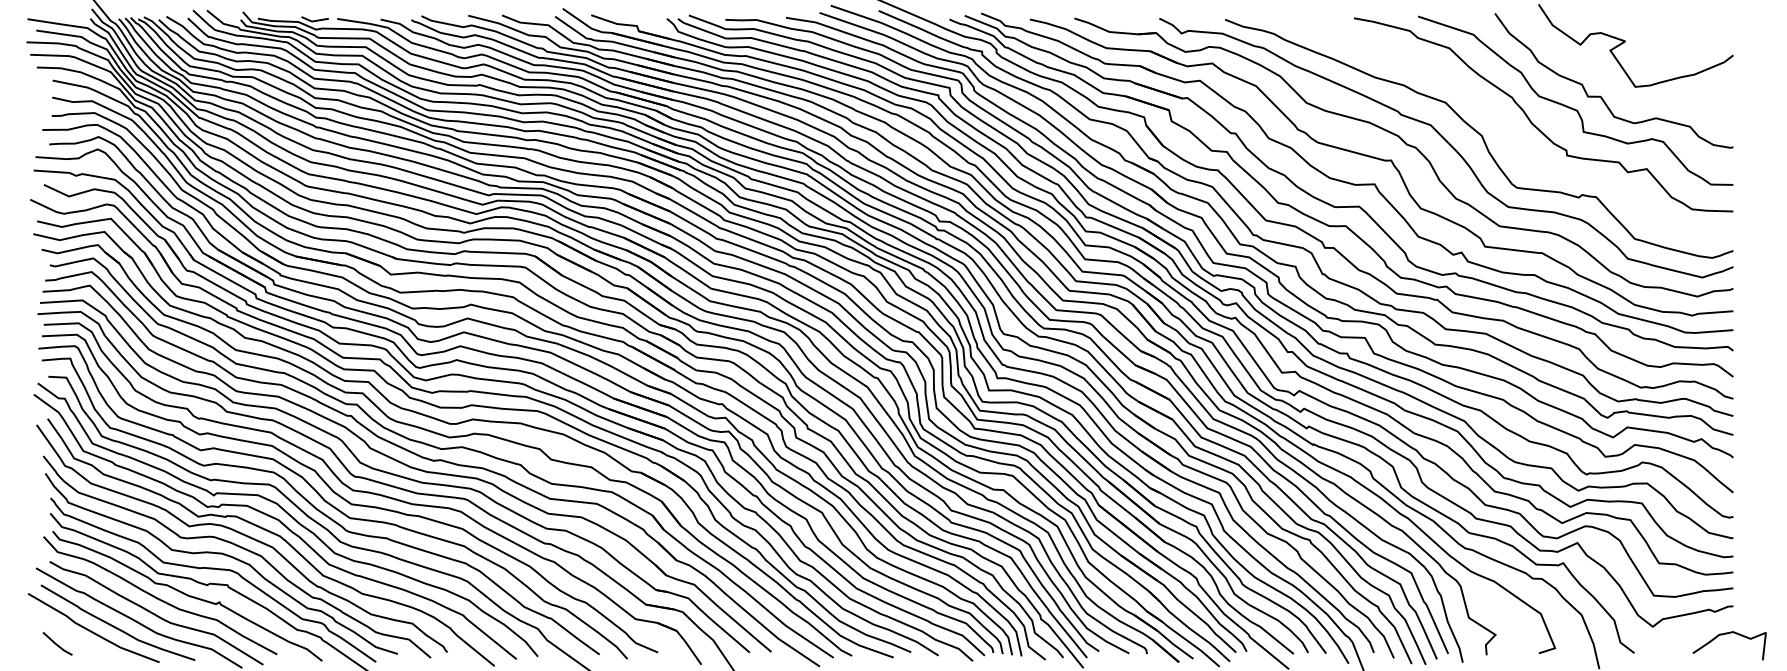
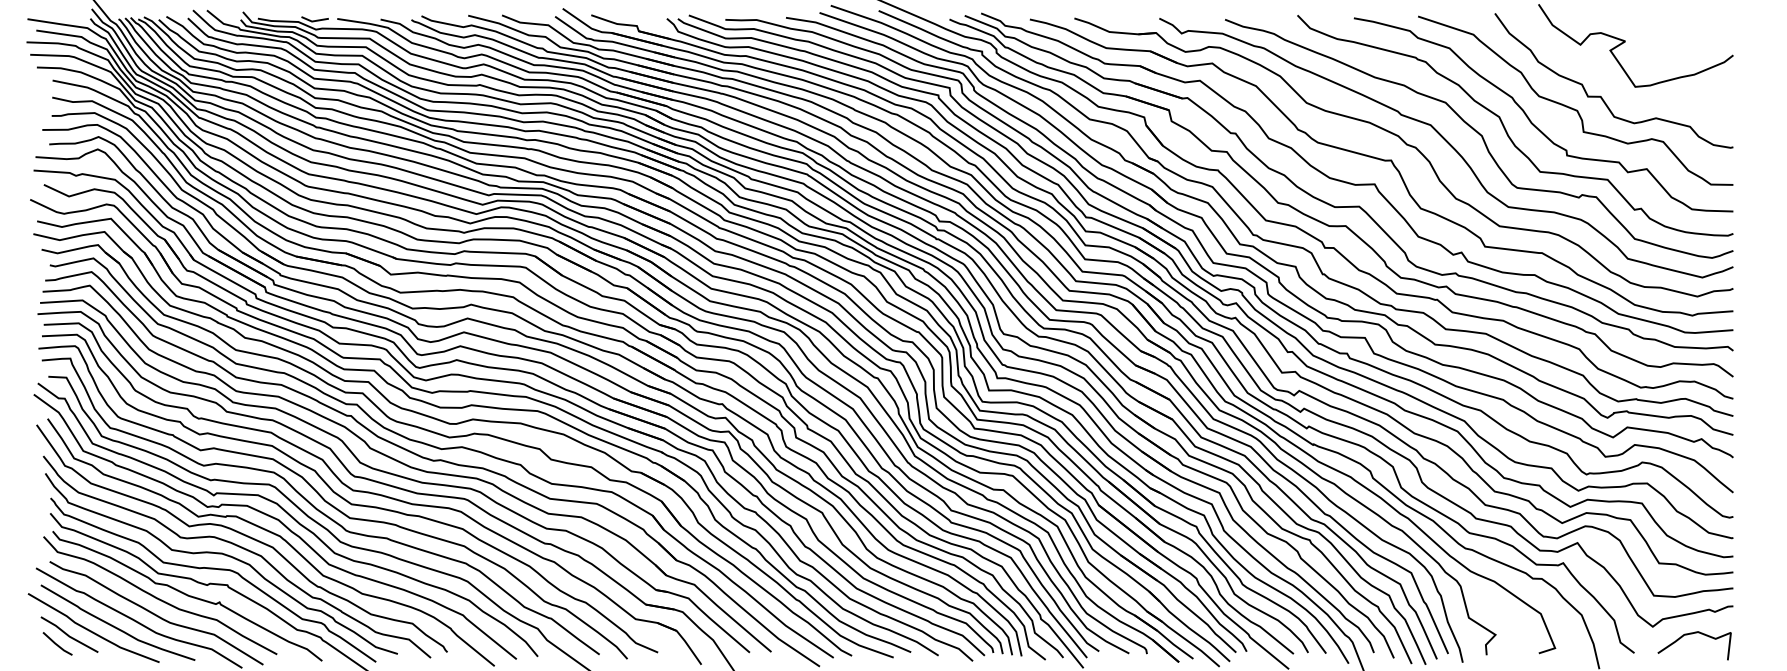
curve at (1506, 129): none -> present
line at (68, 634): none -> present
curve at (1727, 634) position: (1727, 634) -> (1692, 634)
